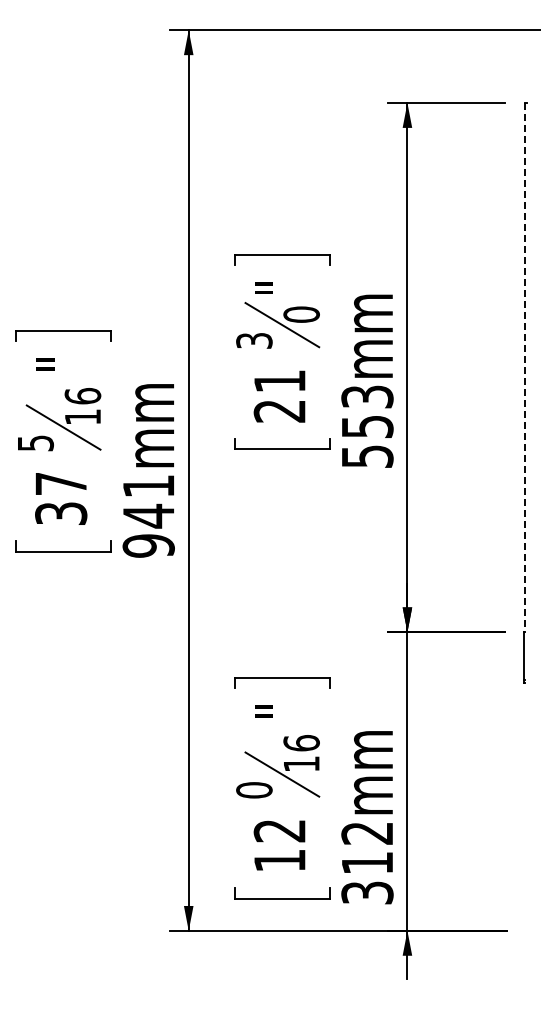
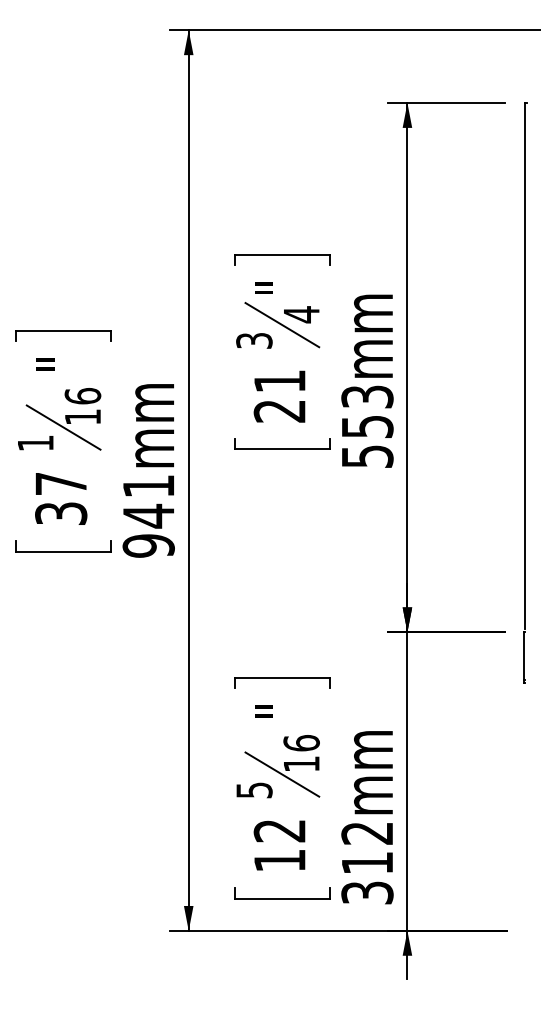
text at (301, 314): 0 -> 4
line at (524, 366): dashed -> solid
text at (35, 443): 5 -> 1
text at (254, 790): 0 -> 5
